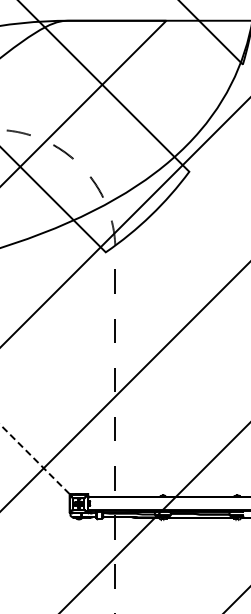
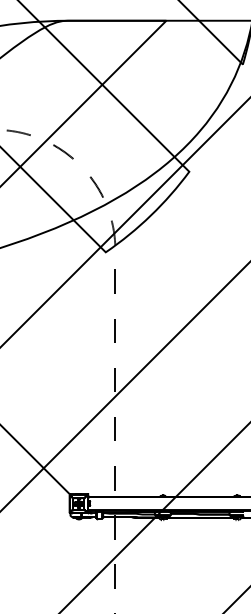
line at (35, 459): dashed -> solid
